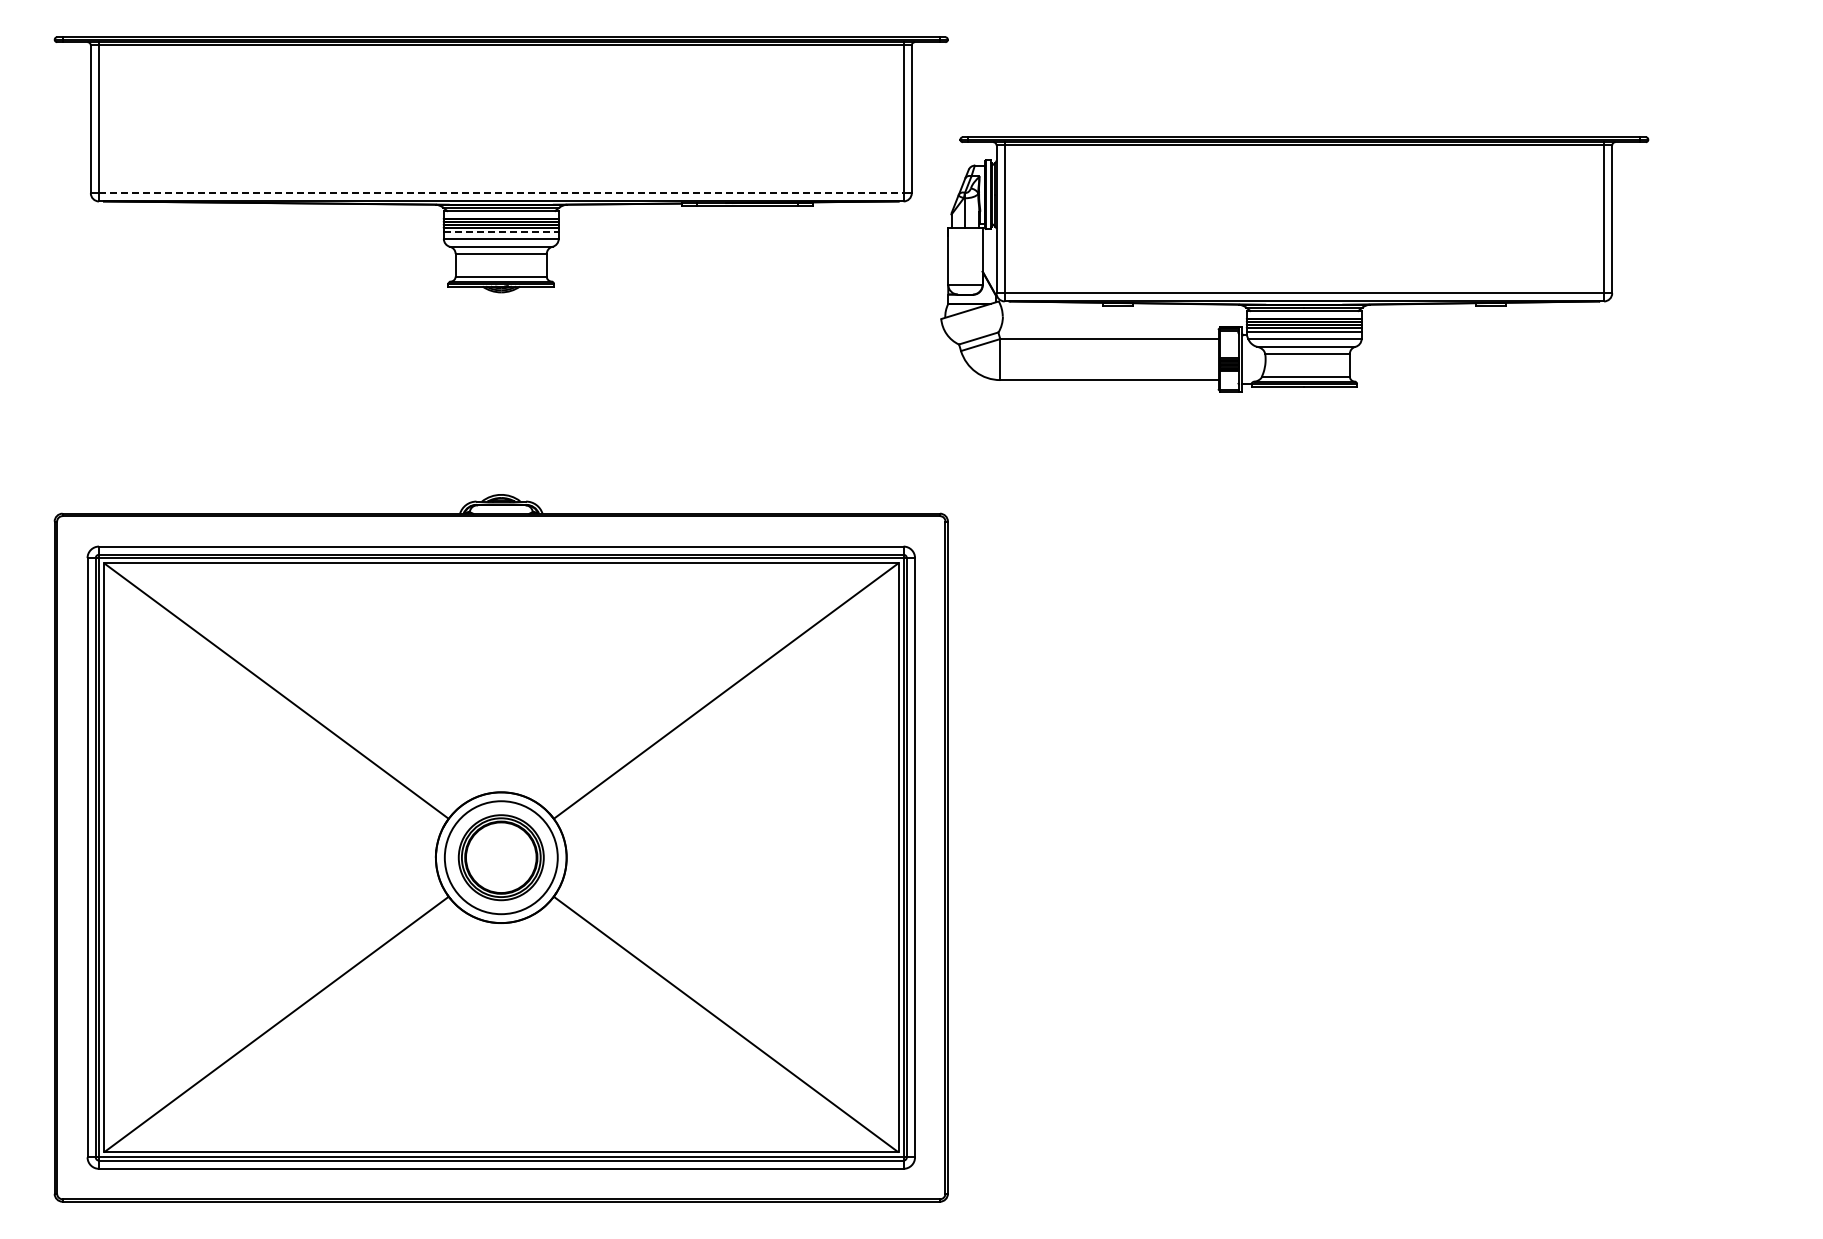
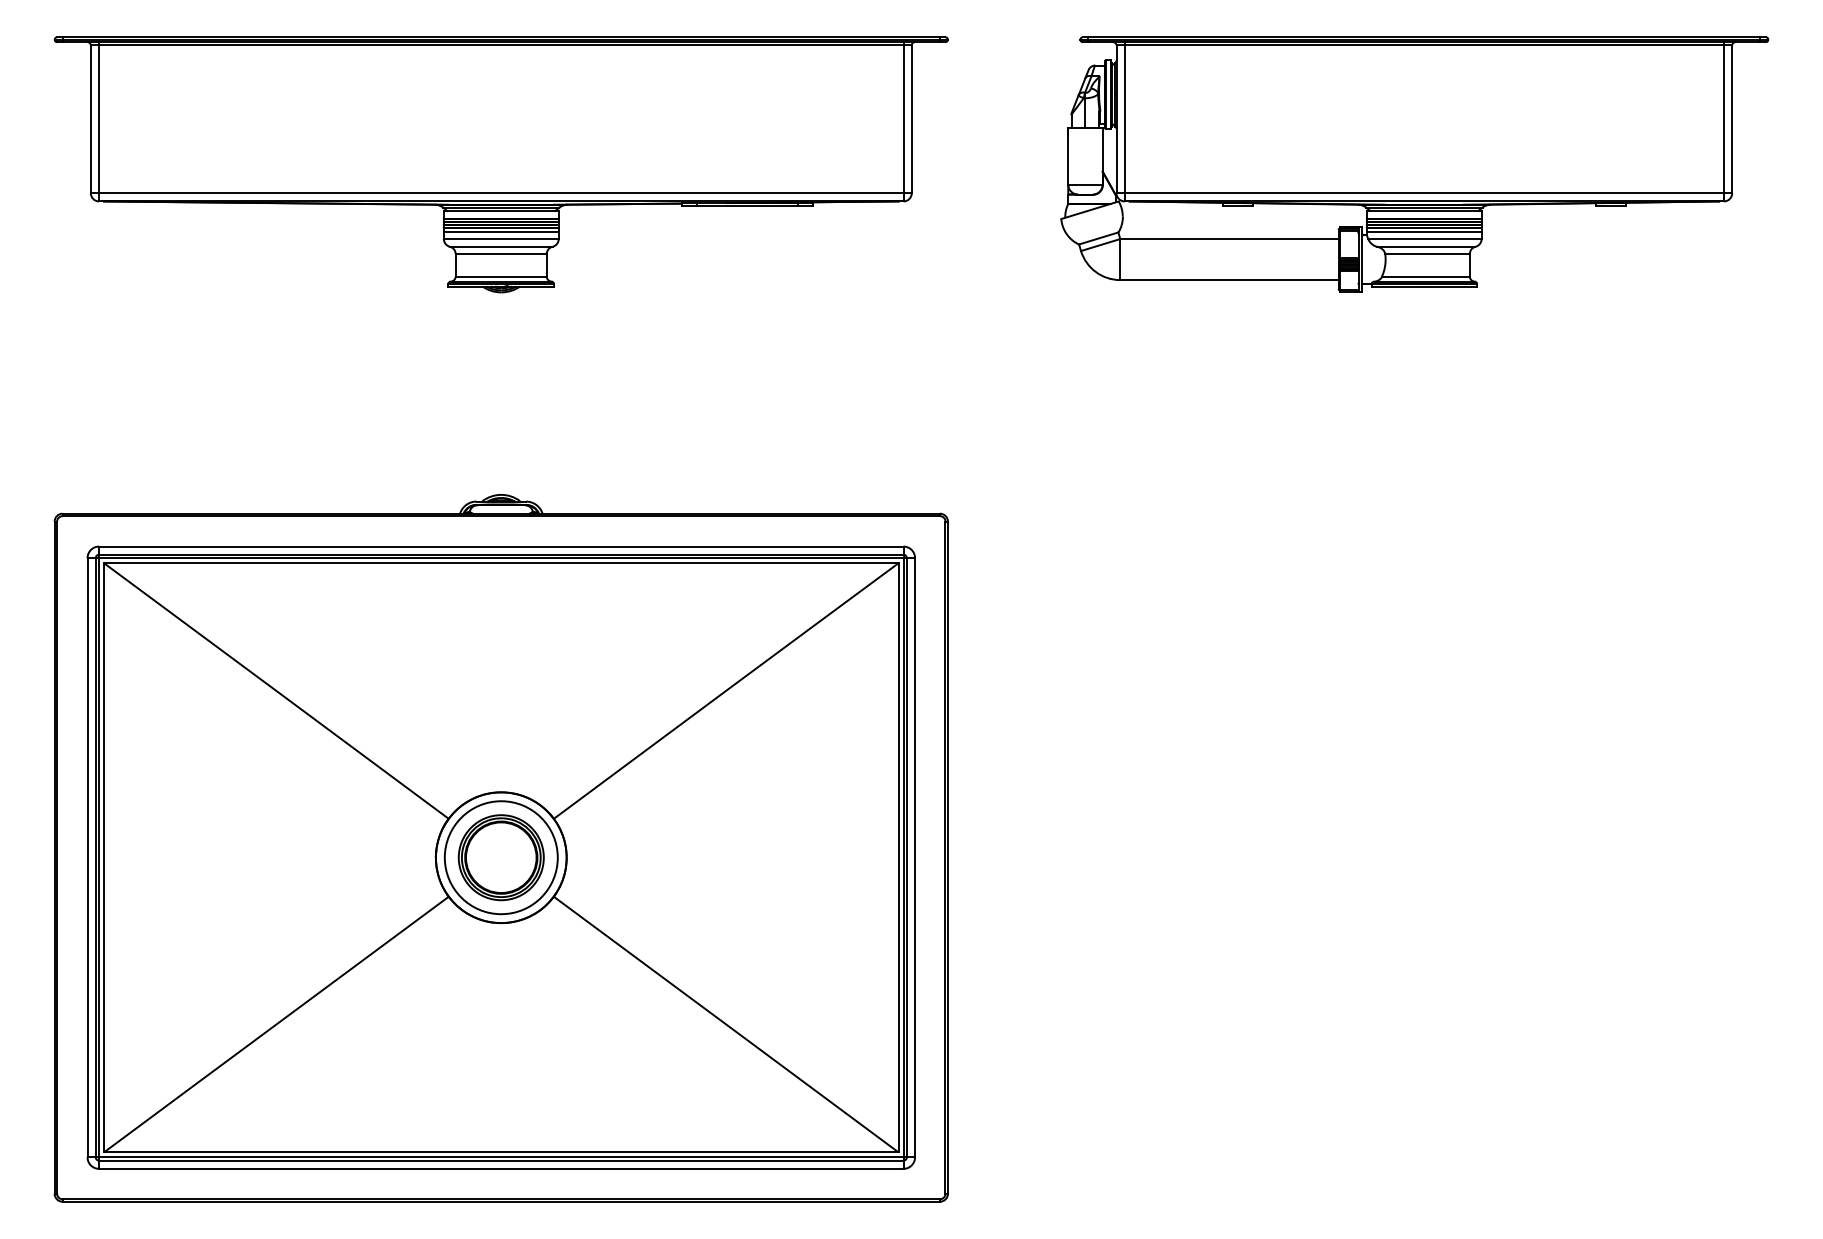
line at (501, 193): dashed -> solid
line at (501, 232): dashed -> solid
part at (1294, 264) position: (1294, 264) -> (1414, 164)
